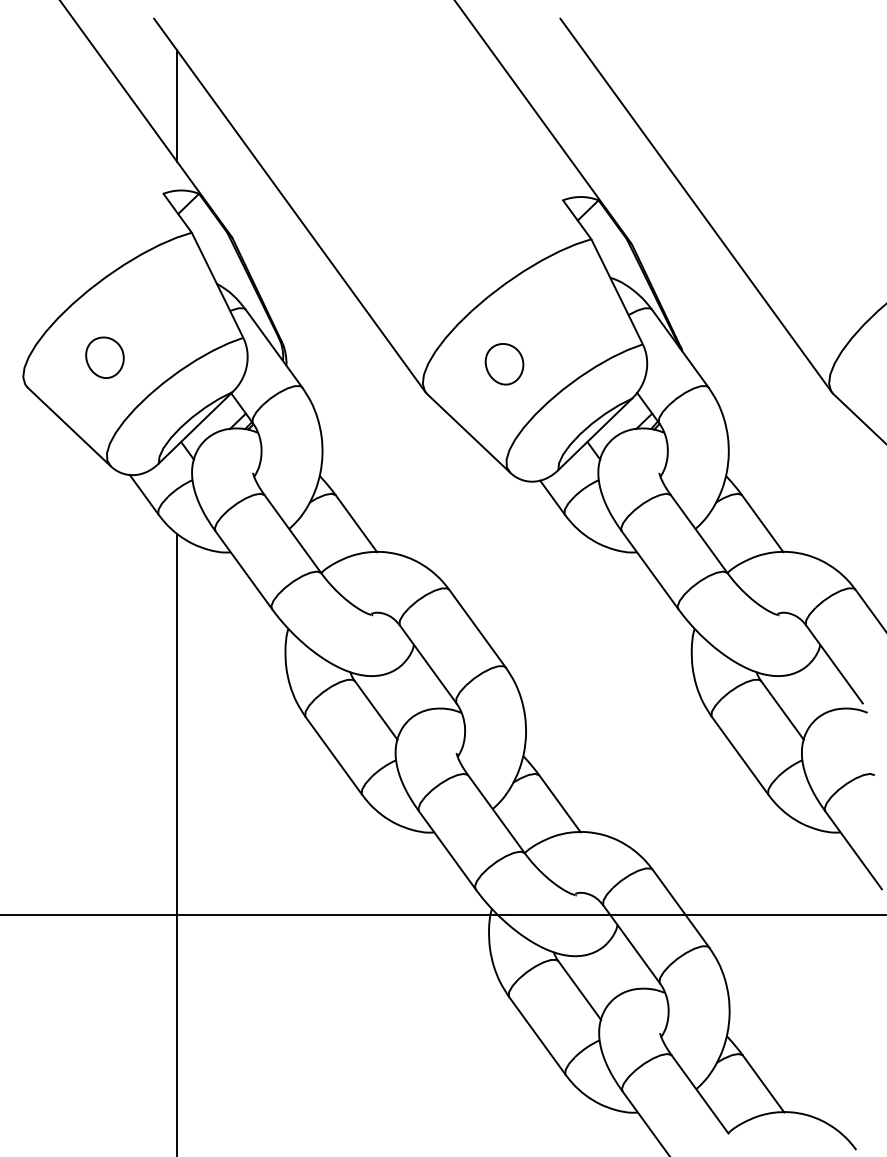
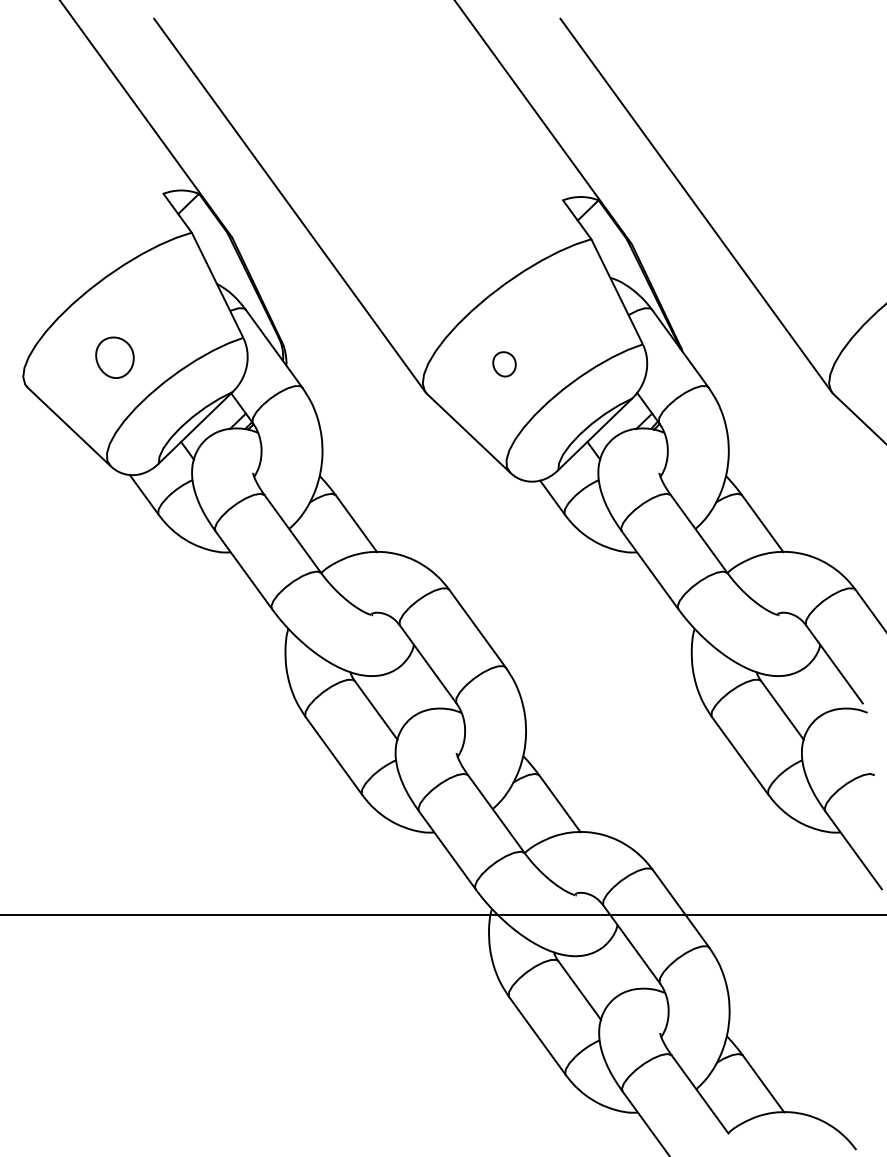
line at (177, 105): present -> none
part at (104, 357) position: (104, 357) -> (114, 357)
part at (504, 364) size: 41x43 px -> 25x27 px
line at (177, 843): present -> none
